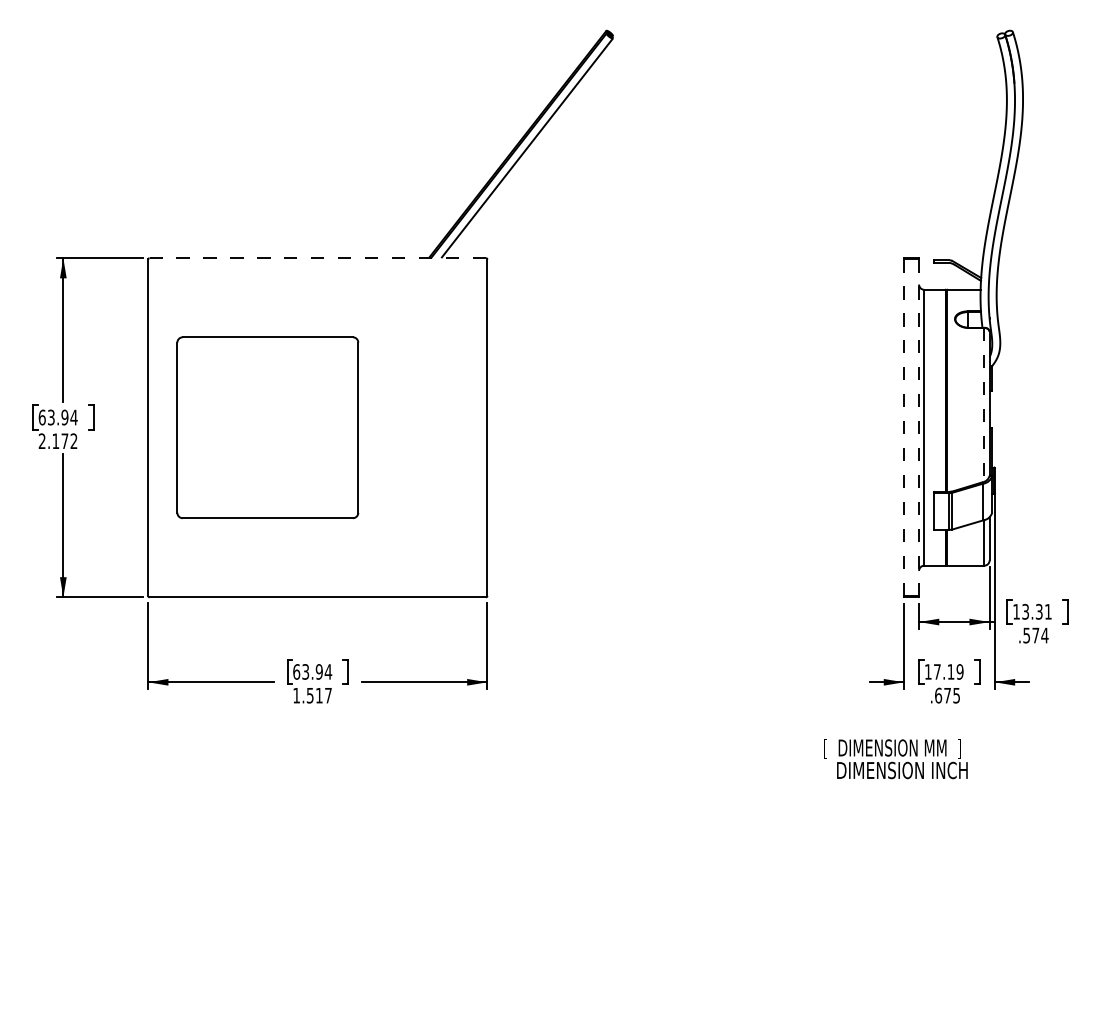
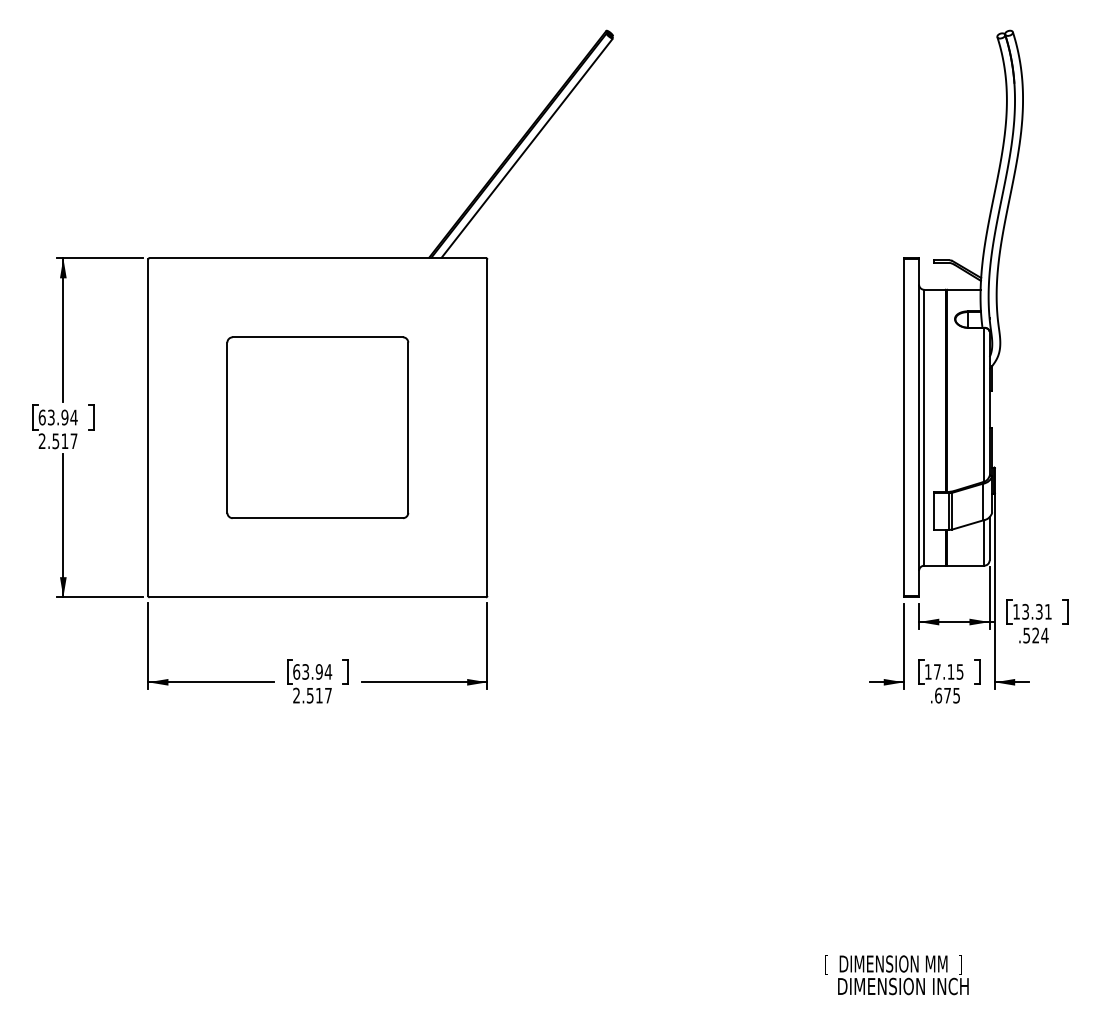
line at (317, 258): dashed -> solid
line at (984, 404): dashed -> solid
part at (267, 427) position: (267, 427) -> (317, 427)
line at (903, 427): dashed -> solid
line at (919, 427): dashed -> solid
text at (64, 441): 2.172 -> 2.517
text at (1035, 635): .574 -> .524
text at (959, 671): 17.19 -> 17.15
text at (296, 695): 1.517 -> 2.517
text at (895, 759) position: (895, 759) -> (896, 975)
